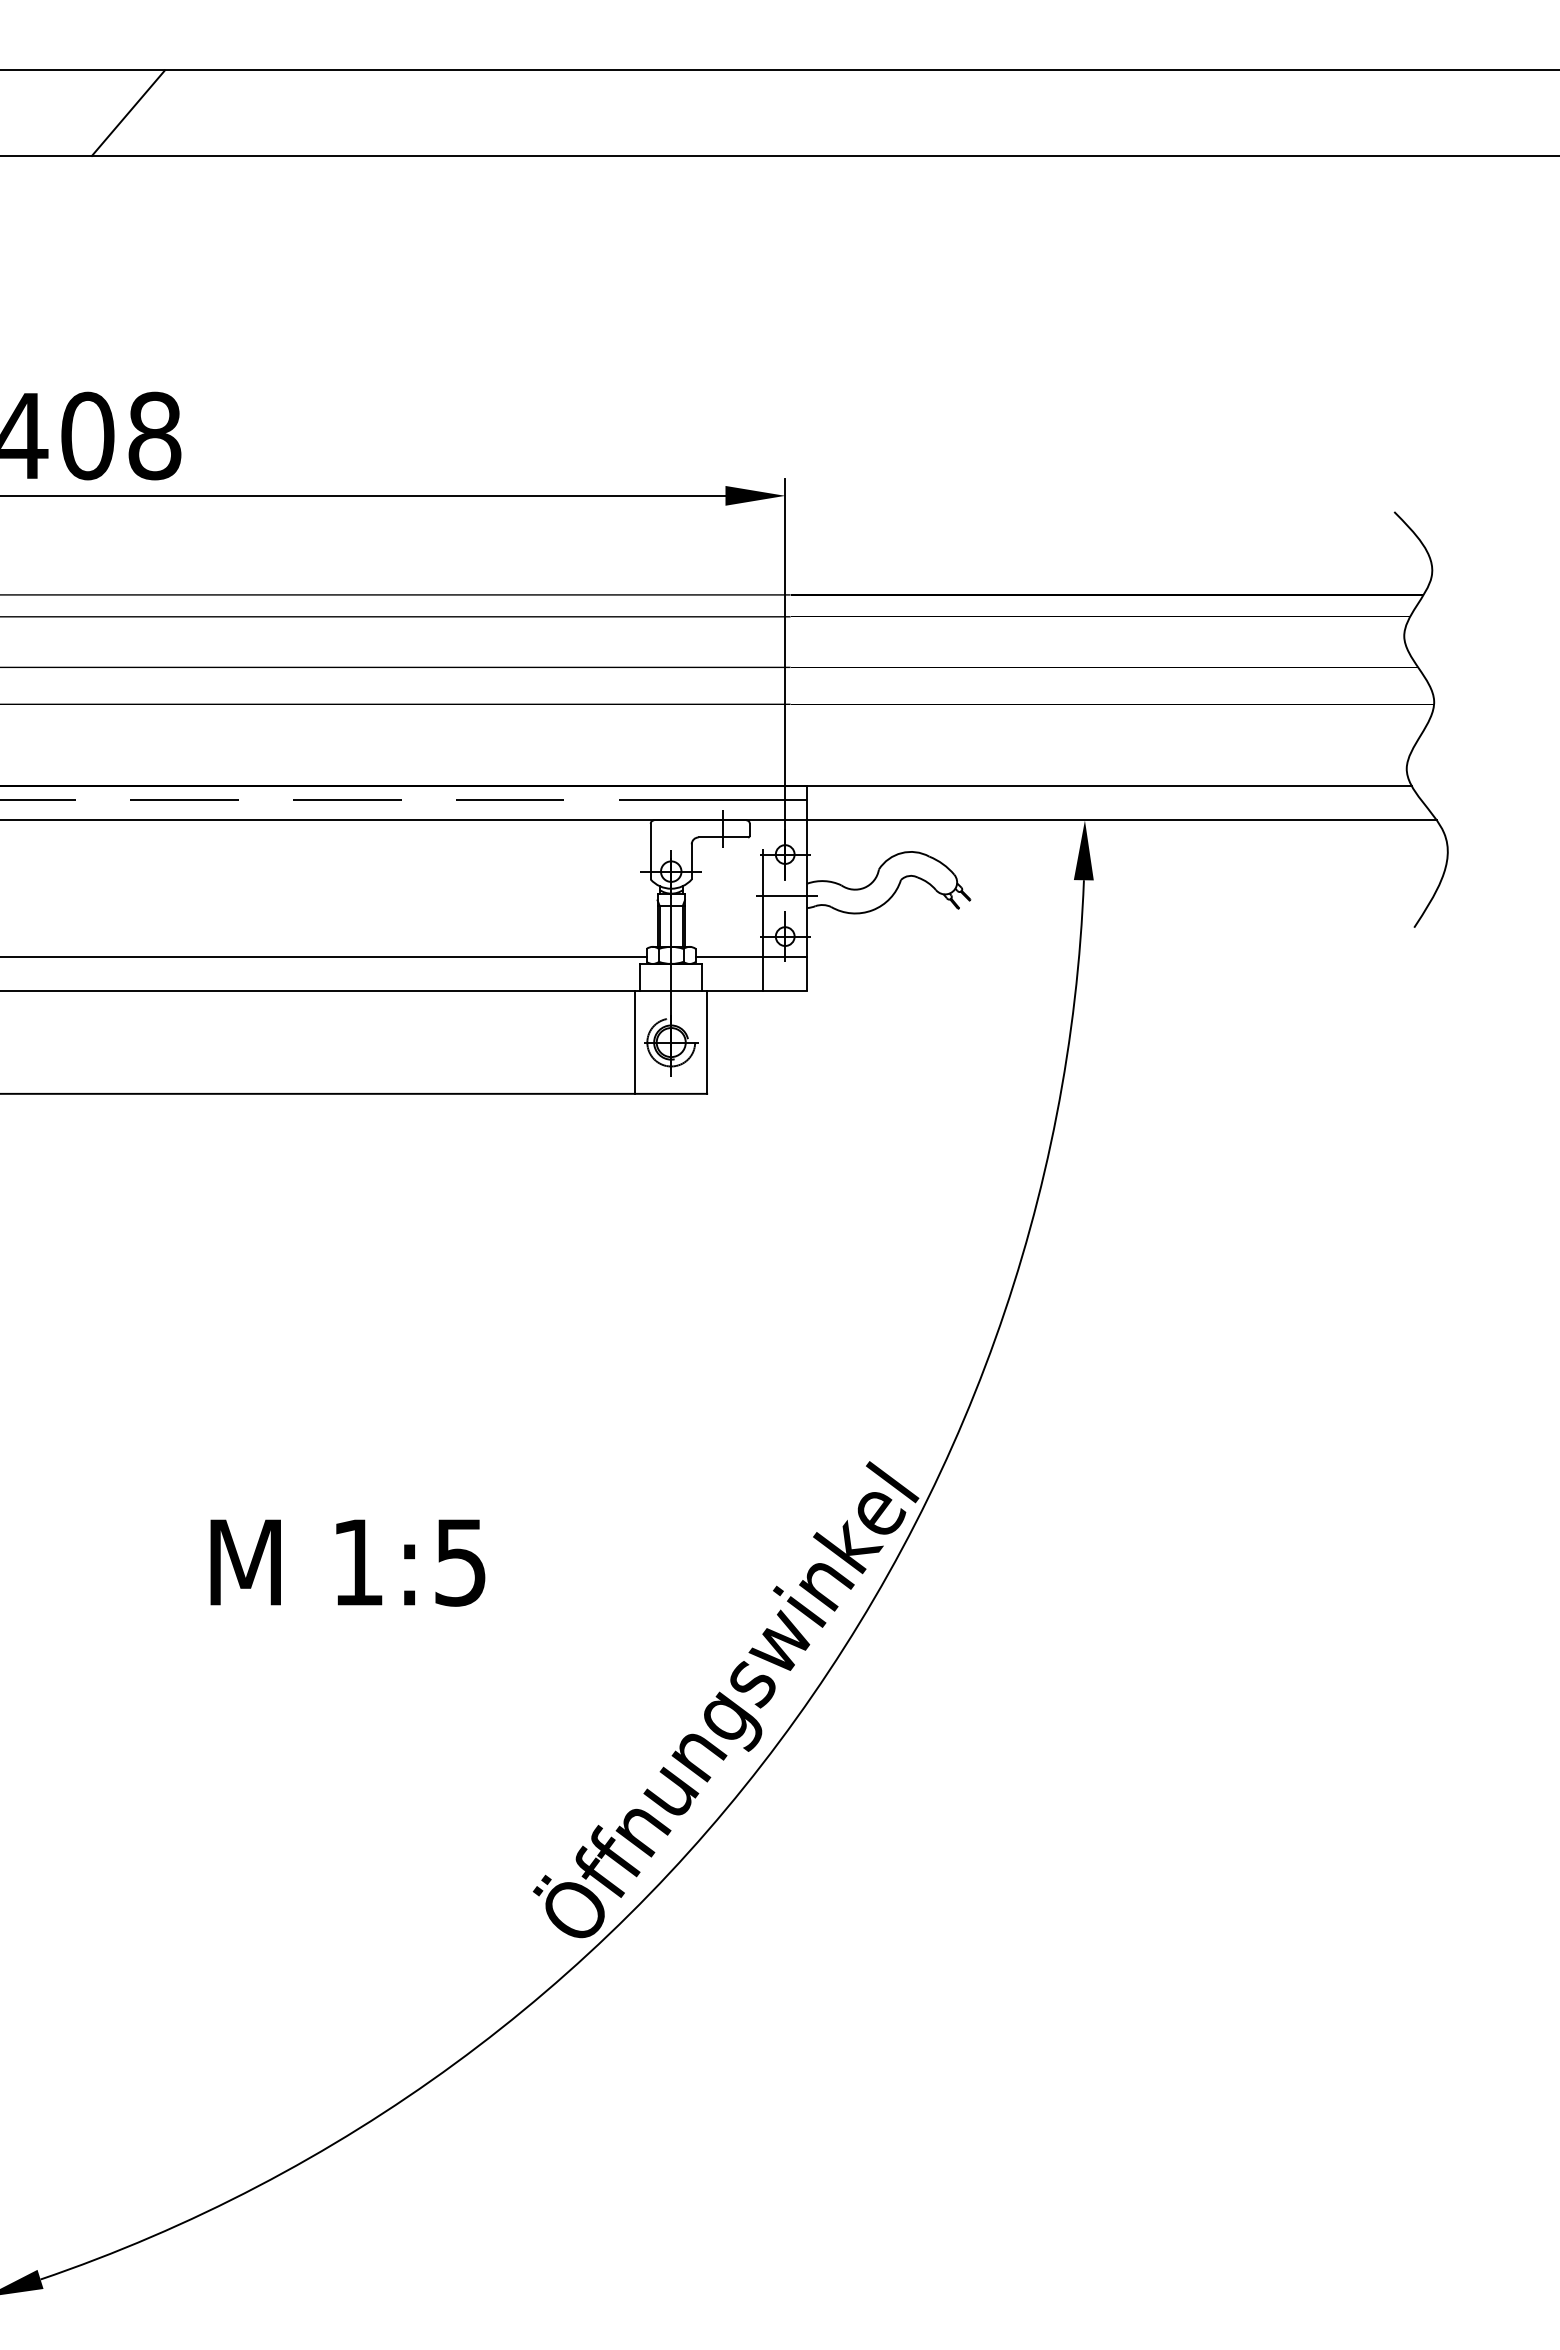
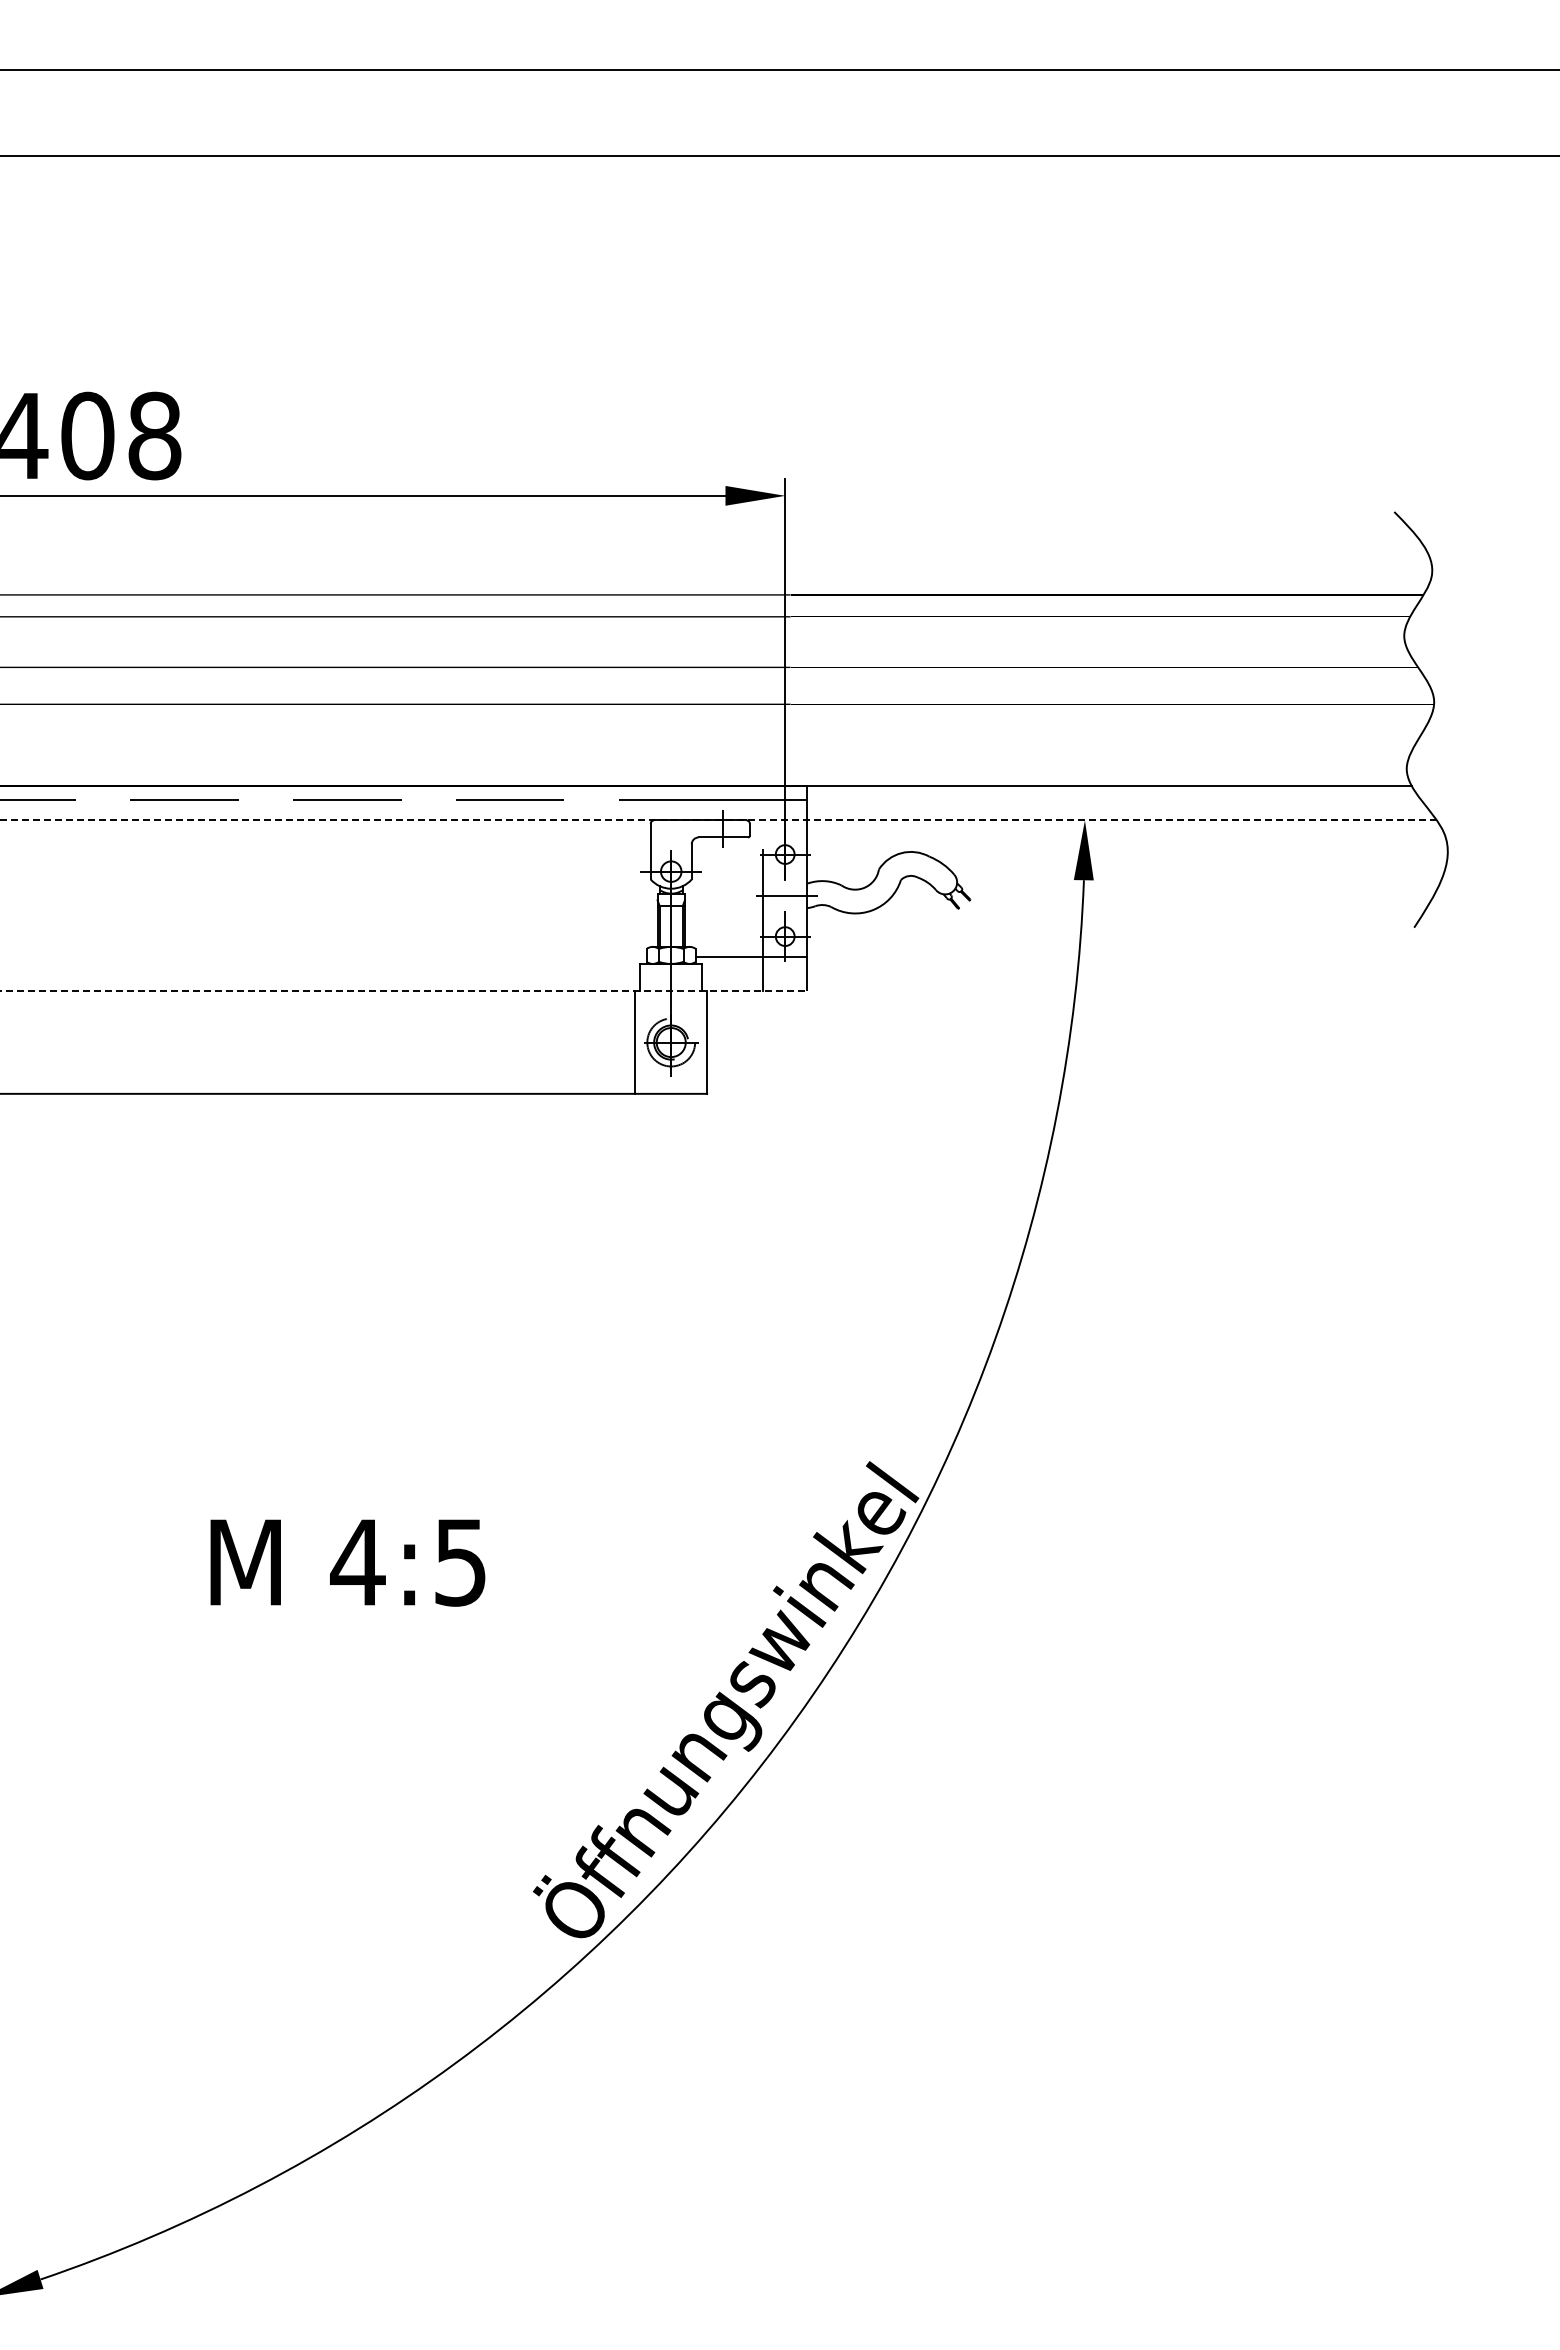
line at (127, 112): present -> none
line at (718, 820): solid -> dashed
line at (324, 957): present -> none
line at (404, 991): solid -> dashed
text at (357, 1562): 1:5 -> 4:5
